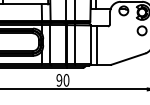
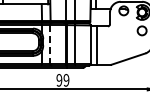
line at (50, 44): solid -> dashed
text at (66, 80): 90 -> 99
